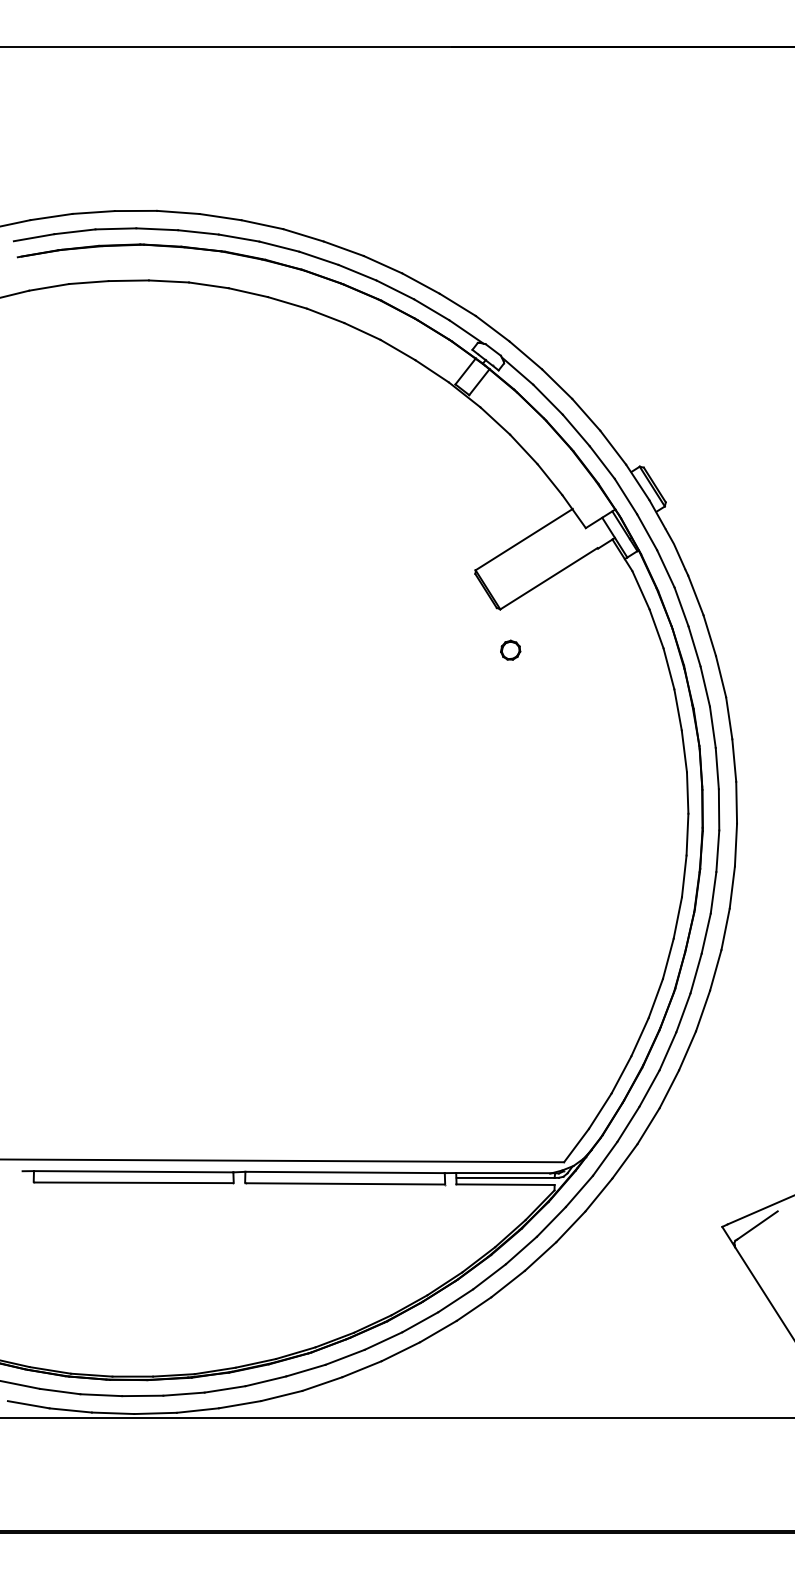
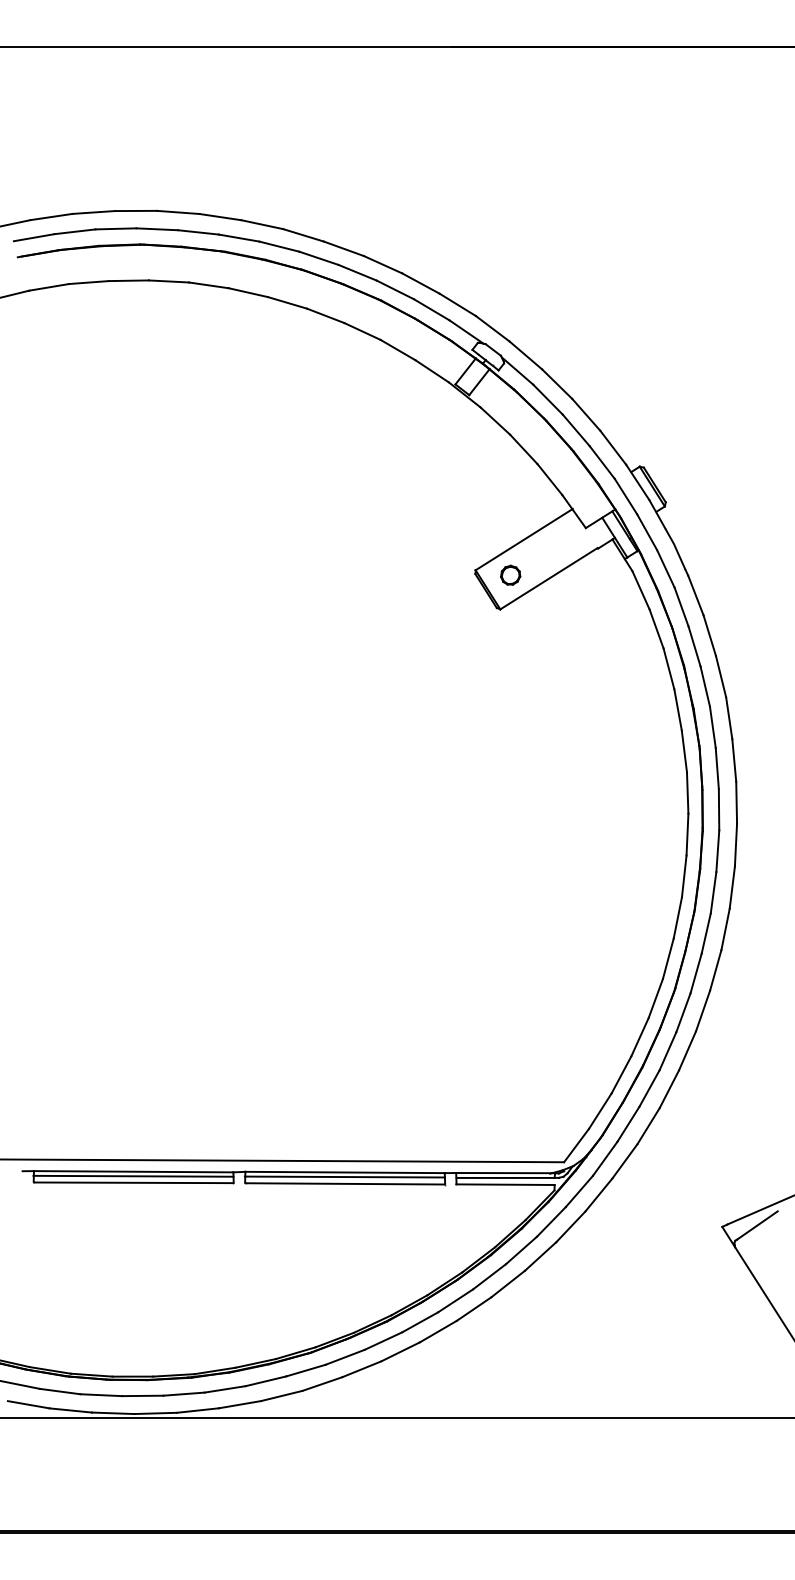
part at (510, 649) position: (510, 649) -> (510, 574)
line at (133, 1175): none -> present
line at (344, 1176): none -> present
